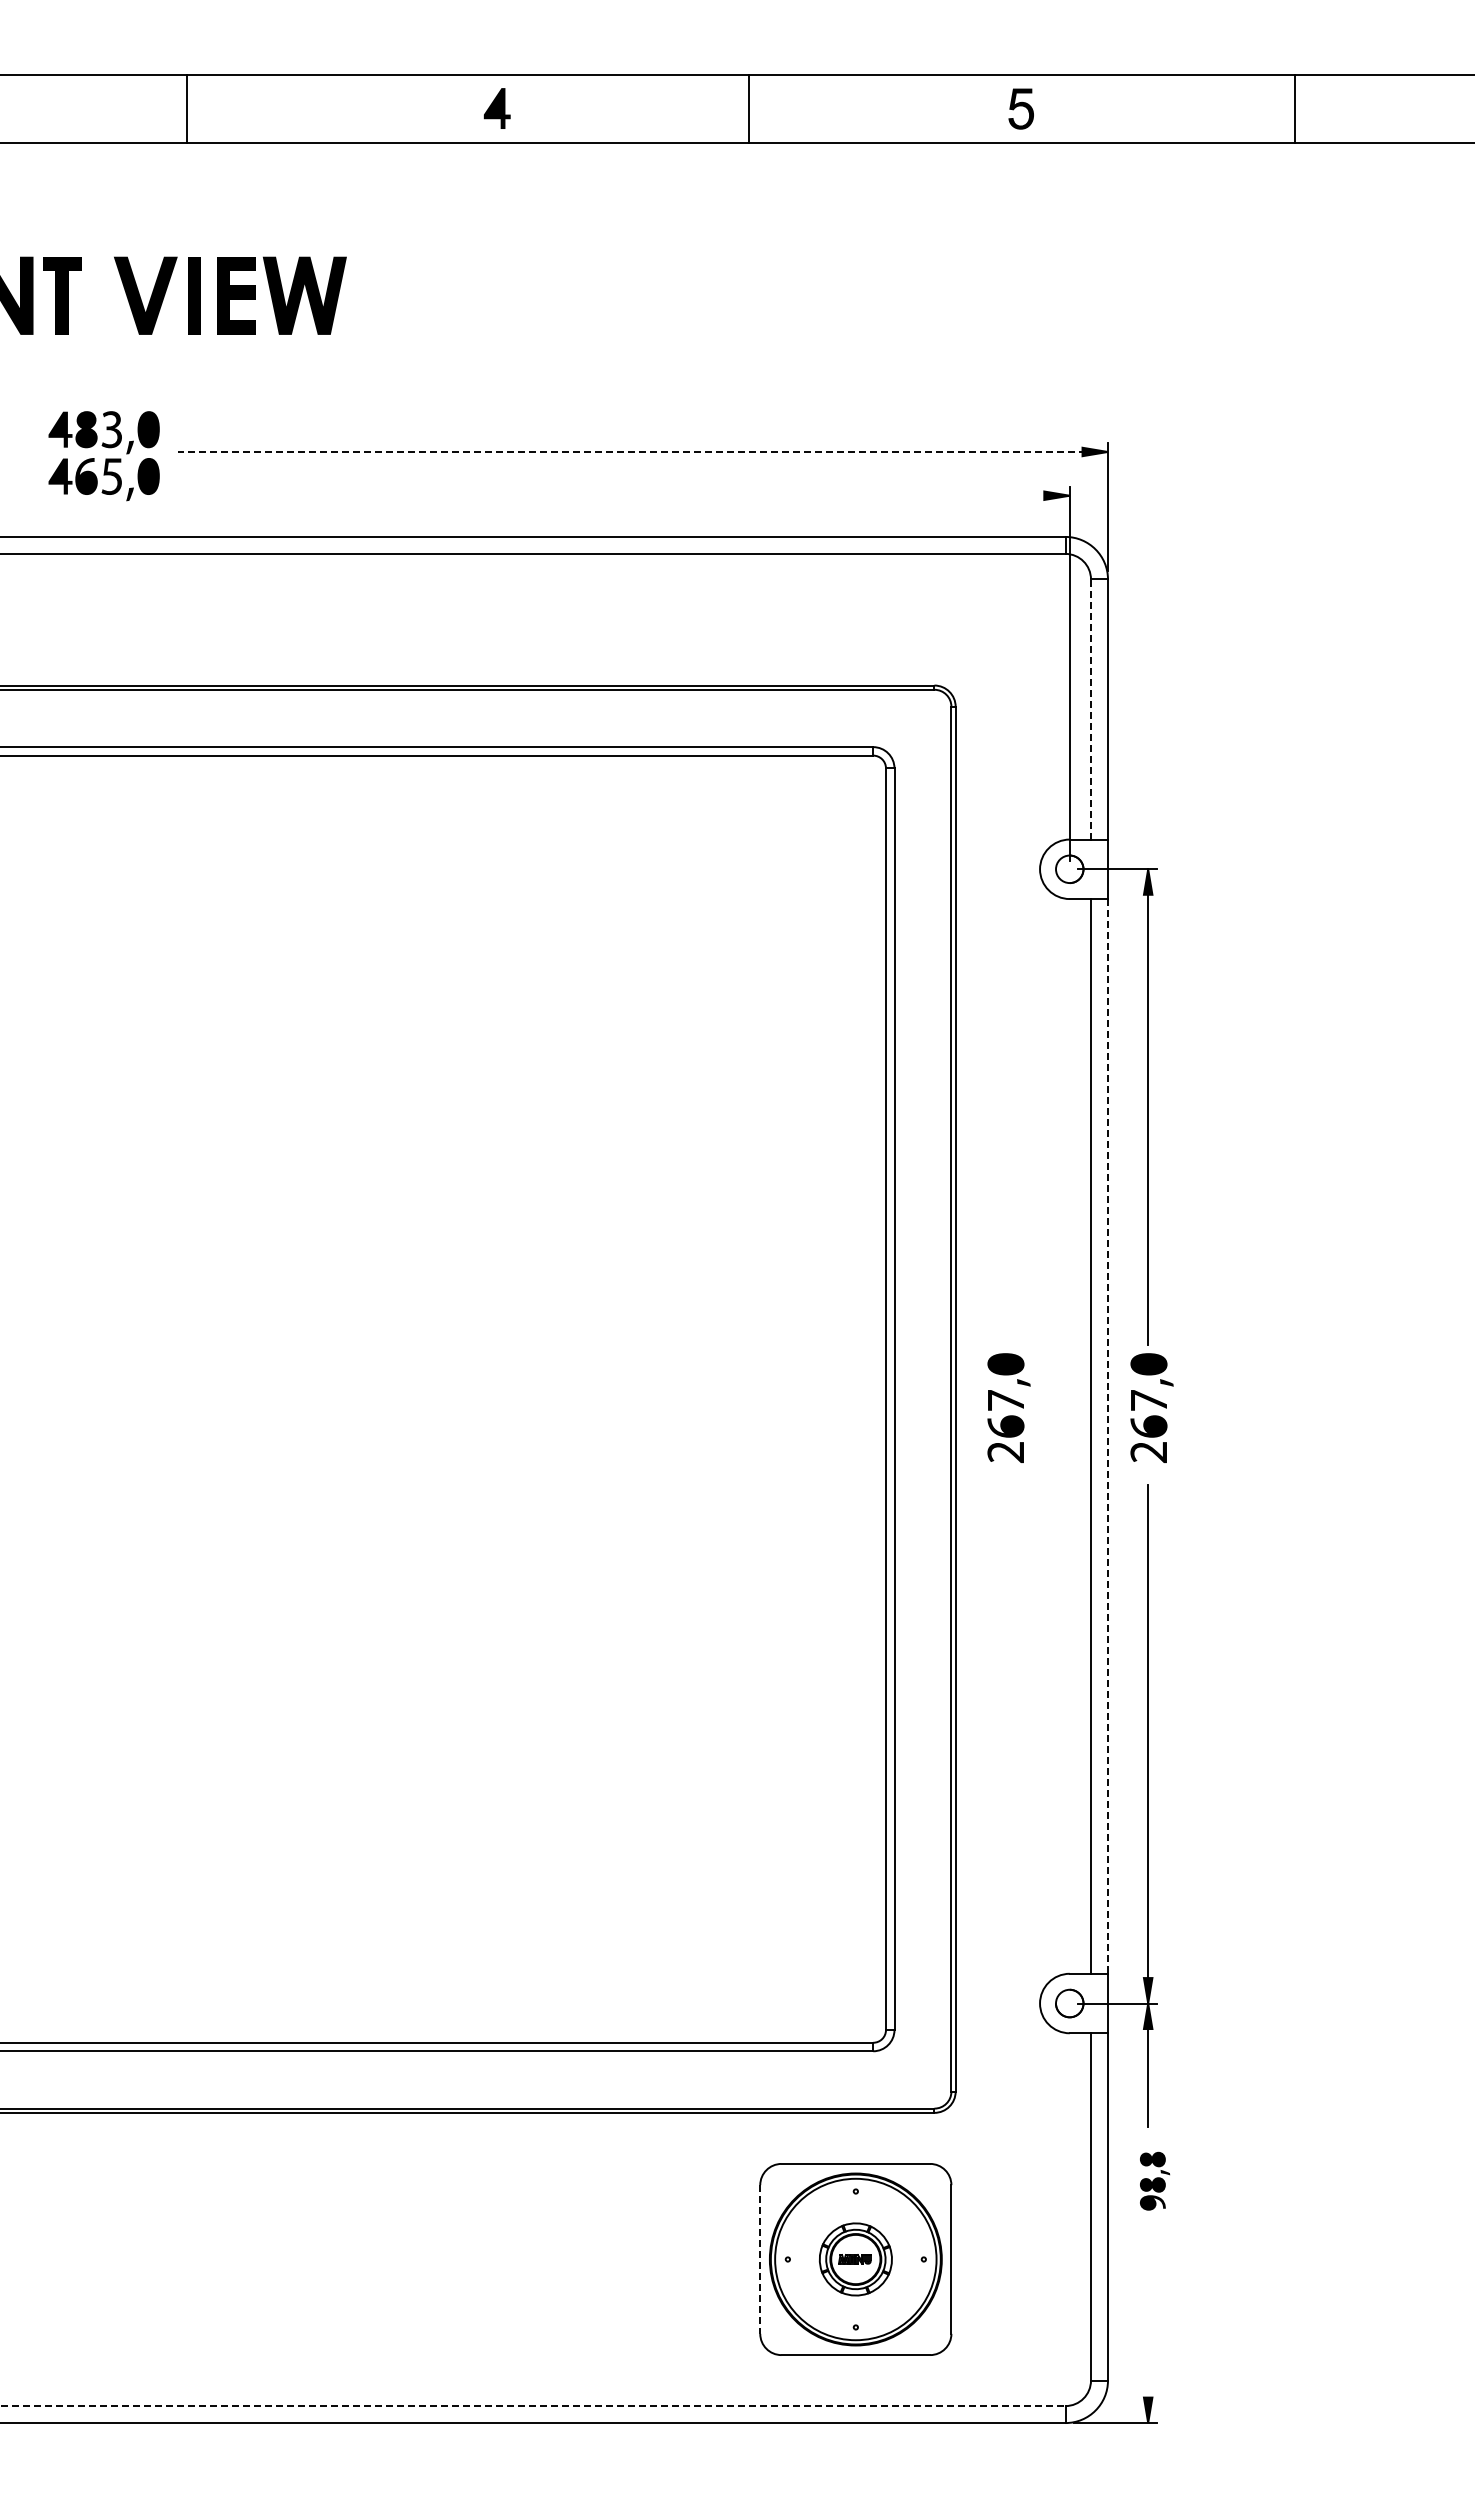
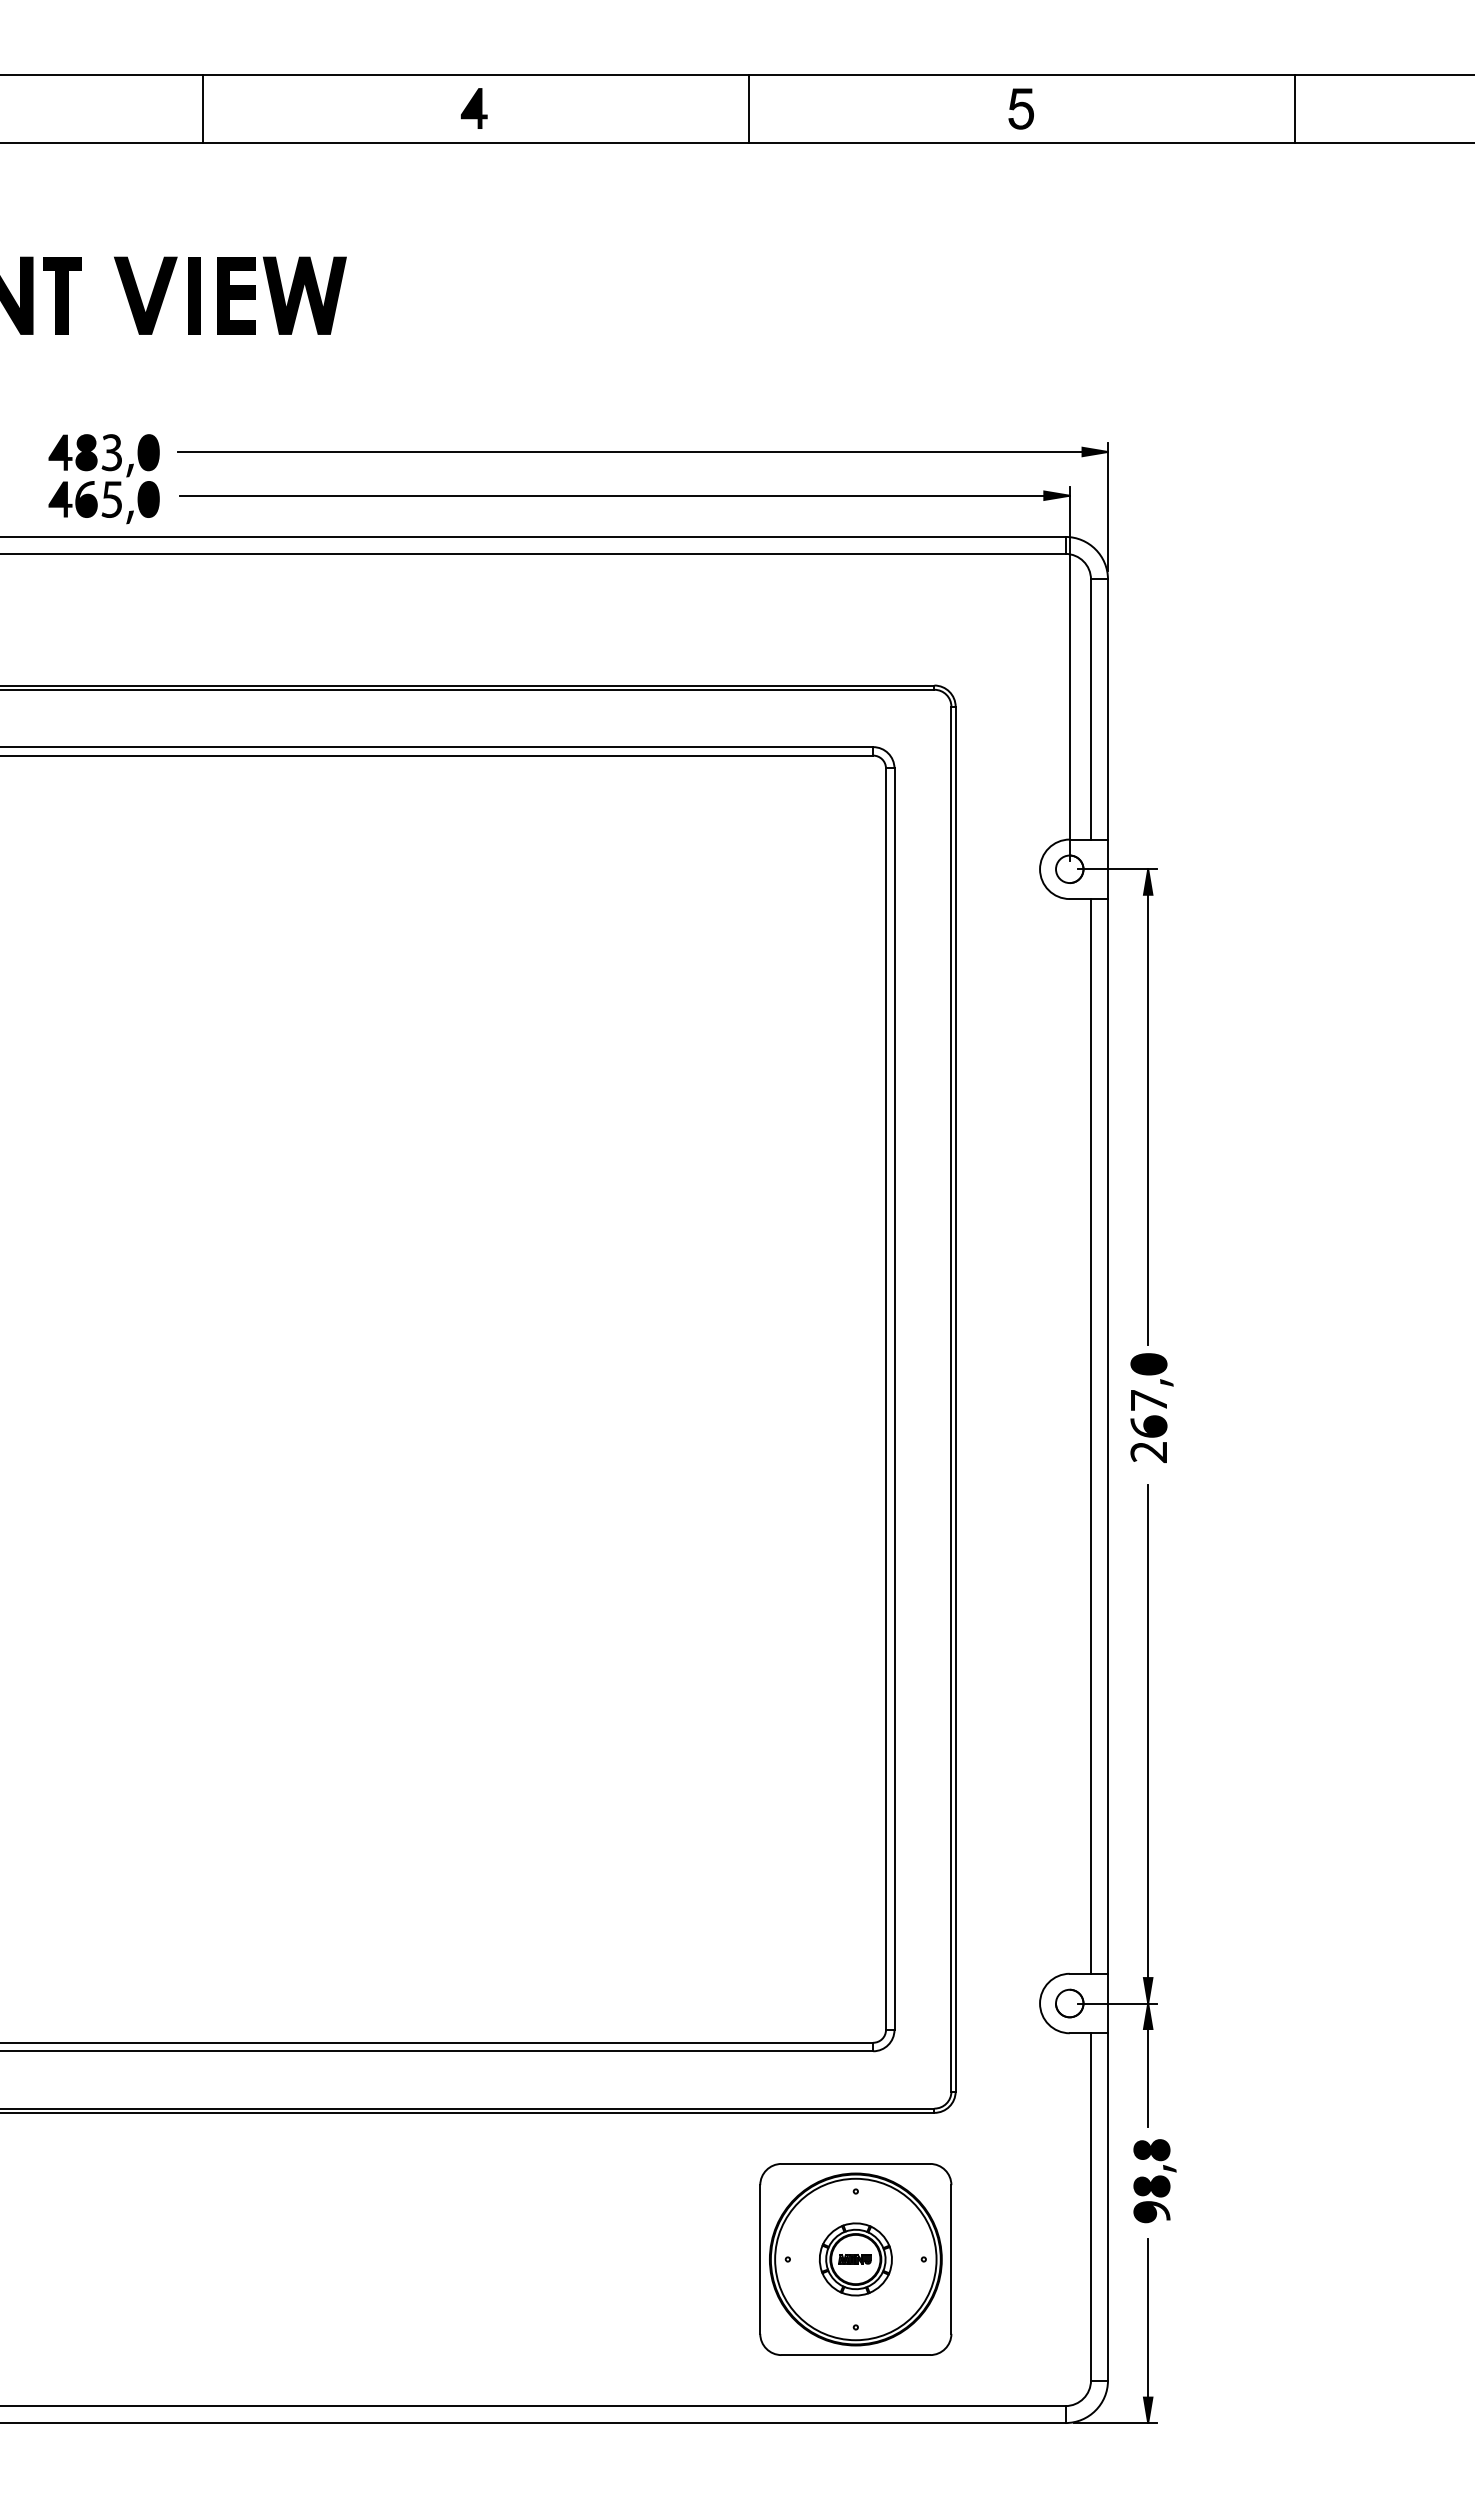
line at (187, 108) position: (187, 108) -> (203, 108)
part at (496, 108) position: (496, 108) -> (473, 108)
line at (643, 451): dashed -> solid
part at (103, 456) position: (103, 456) -> (103, 479)
line at (624, 495): none -> present
line at (1091, 709): dashed -> solid
part at (1008, 1407): present -> none
line at (1108, 1436): dashed -> solid
part at (1155, 2180) size: 31x60 px -> 44x85 px
line at (760, 2260): dashed -> solid
line at (1148, 2330): none -> present
line at (533, 2406): dashed -> solid
